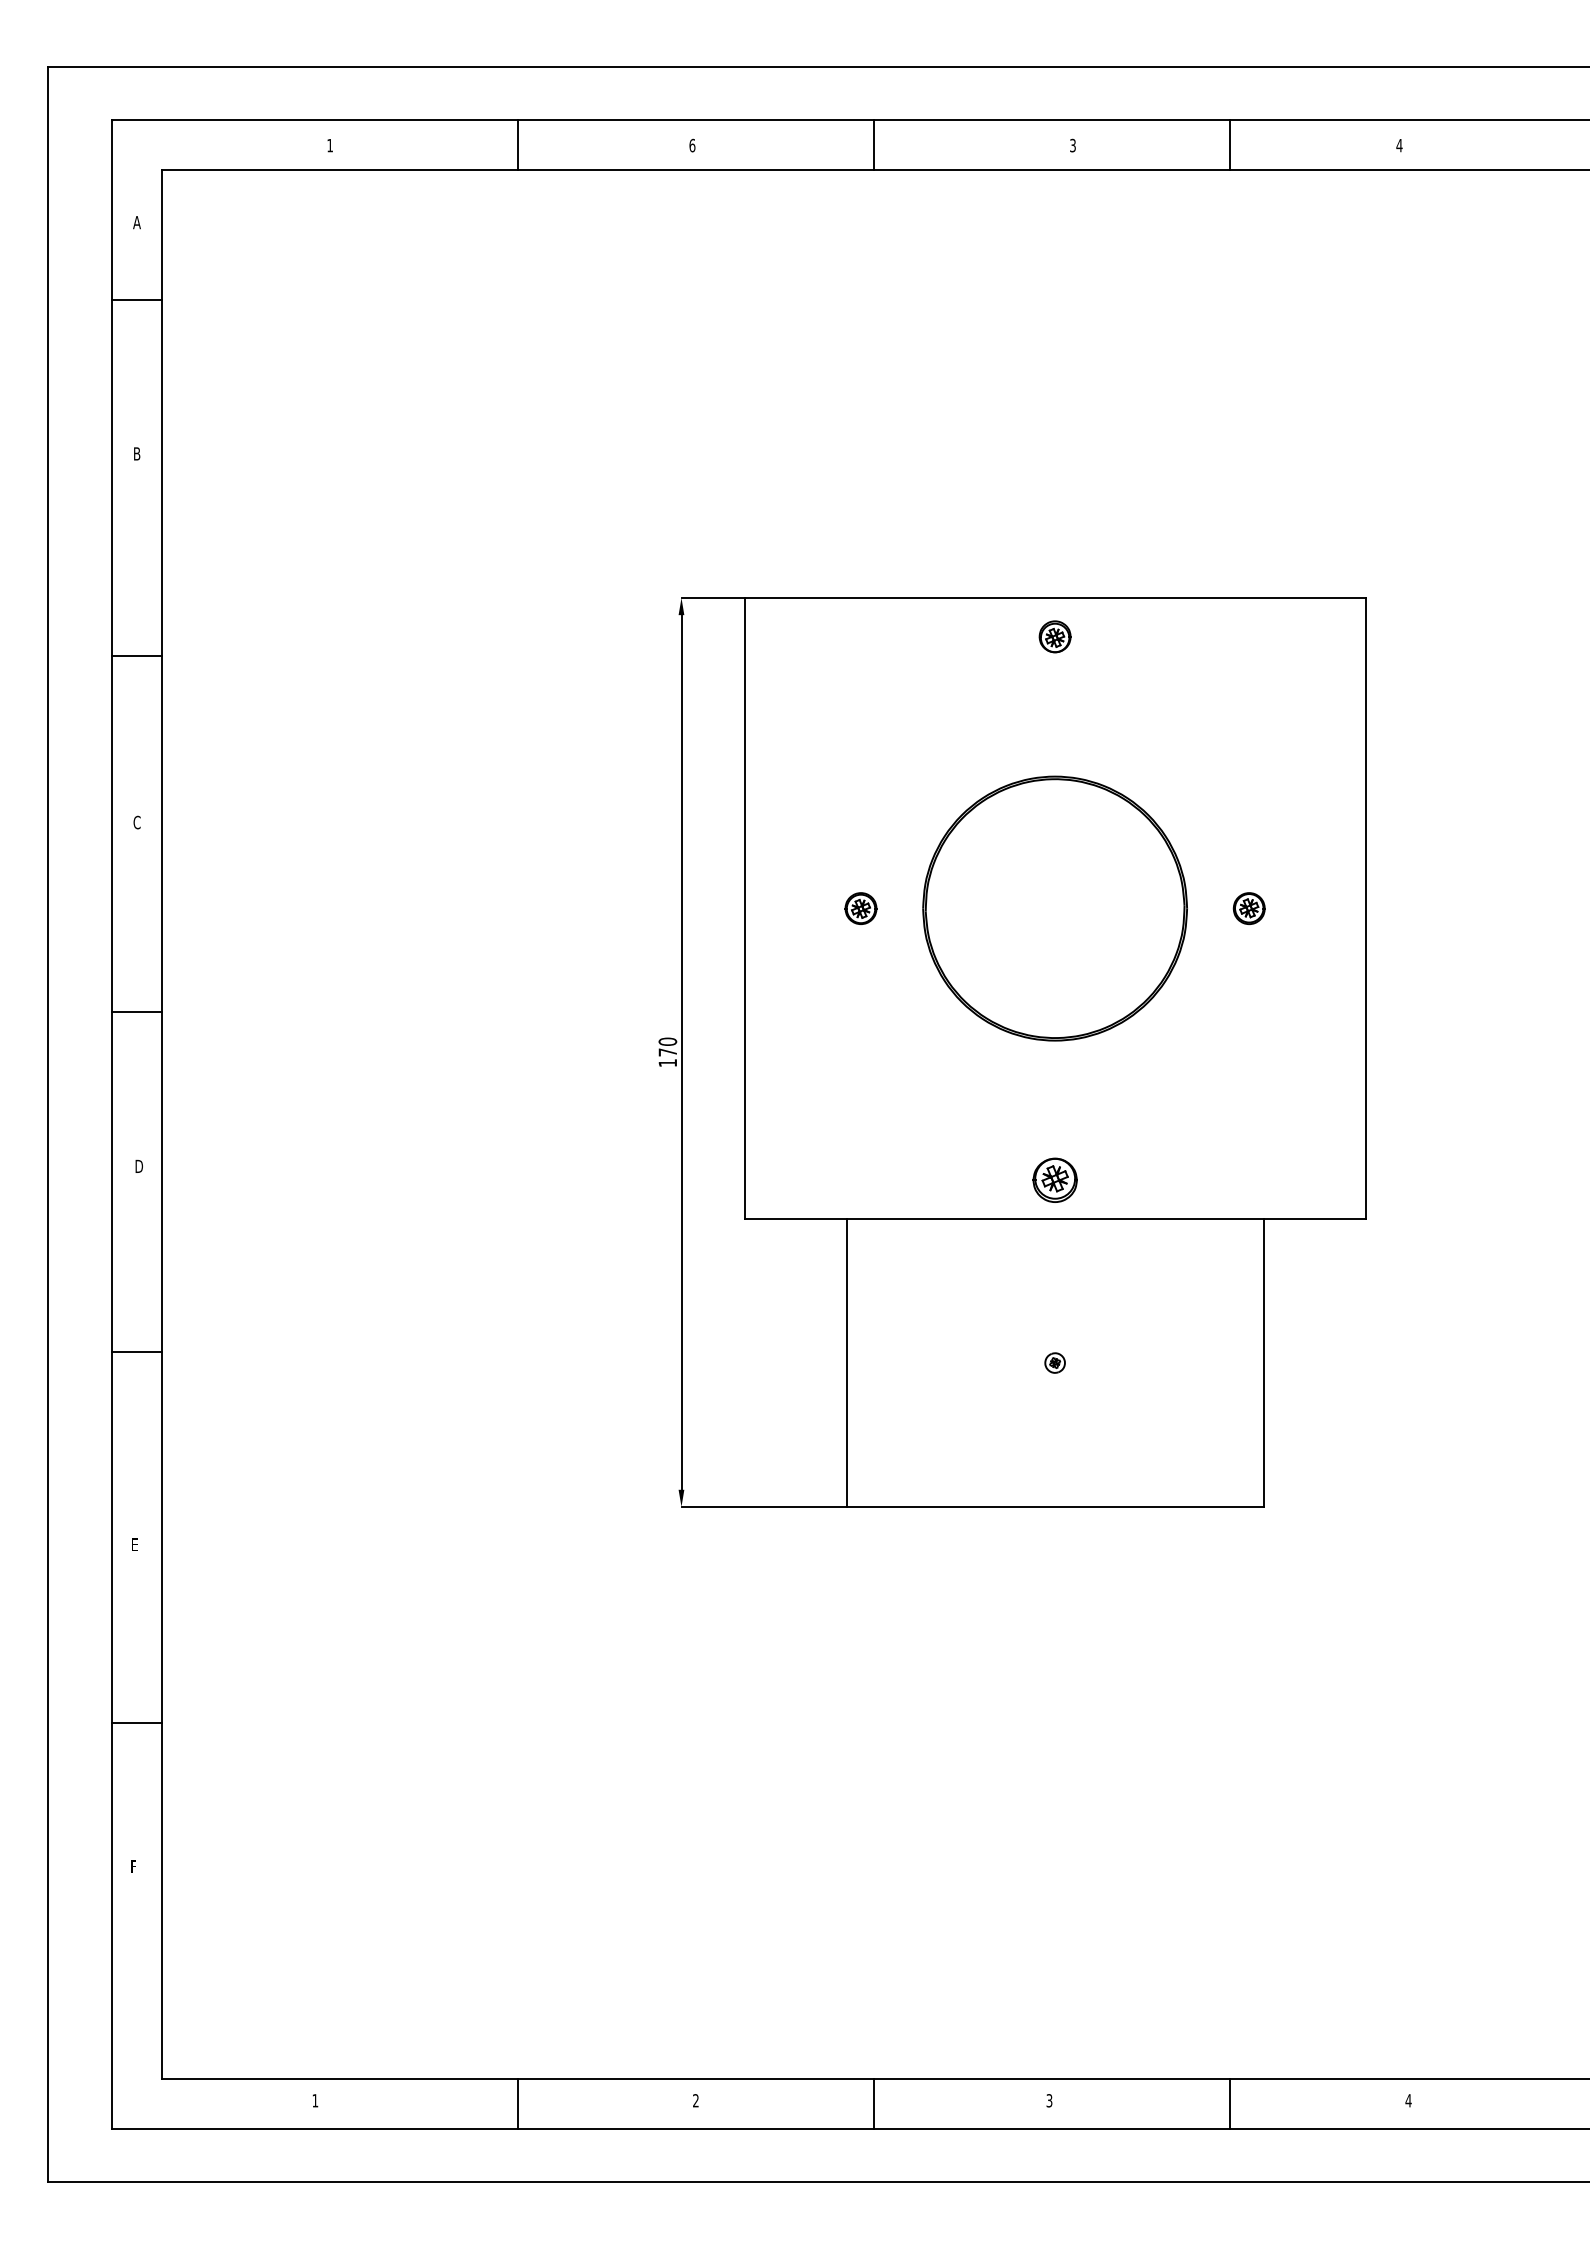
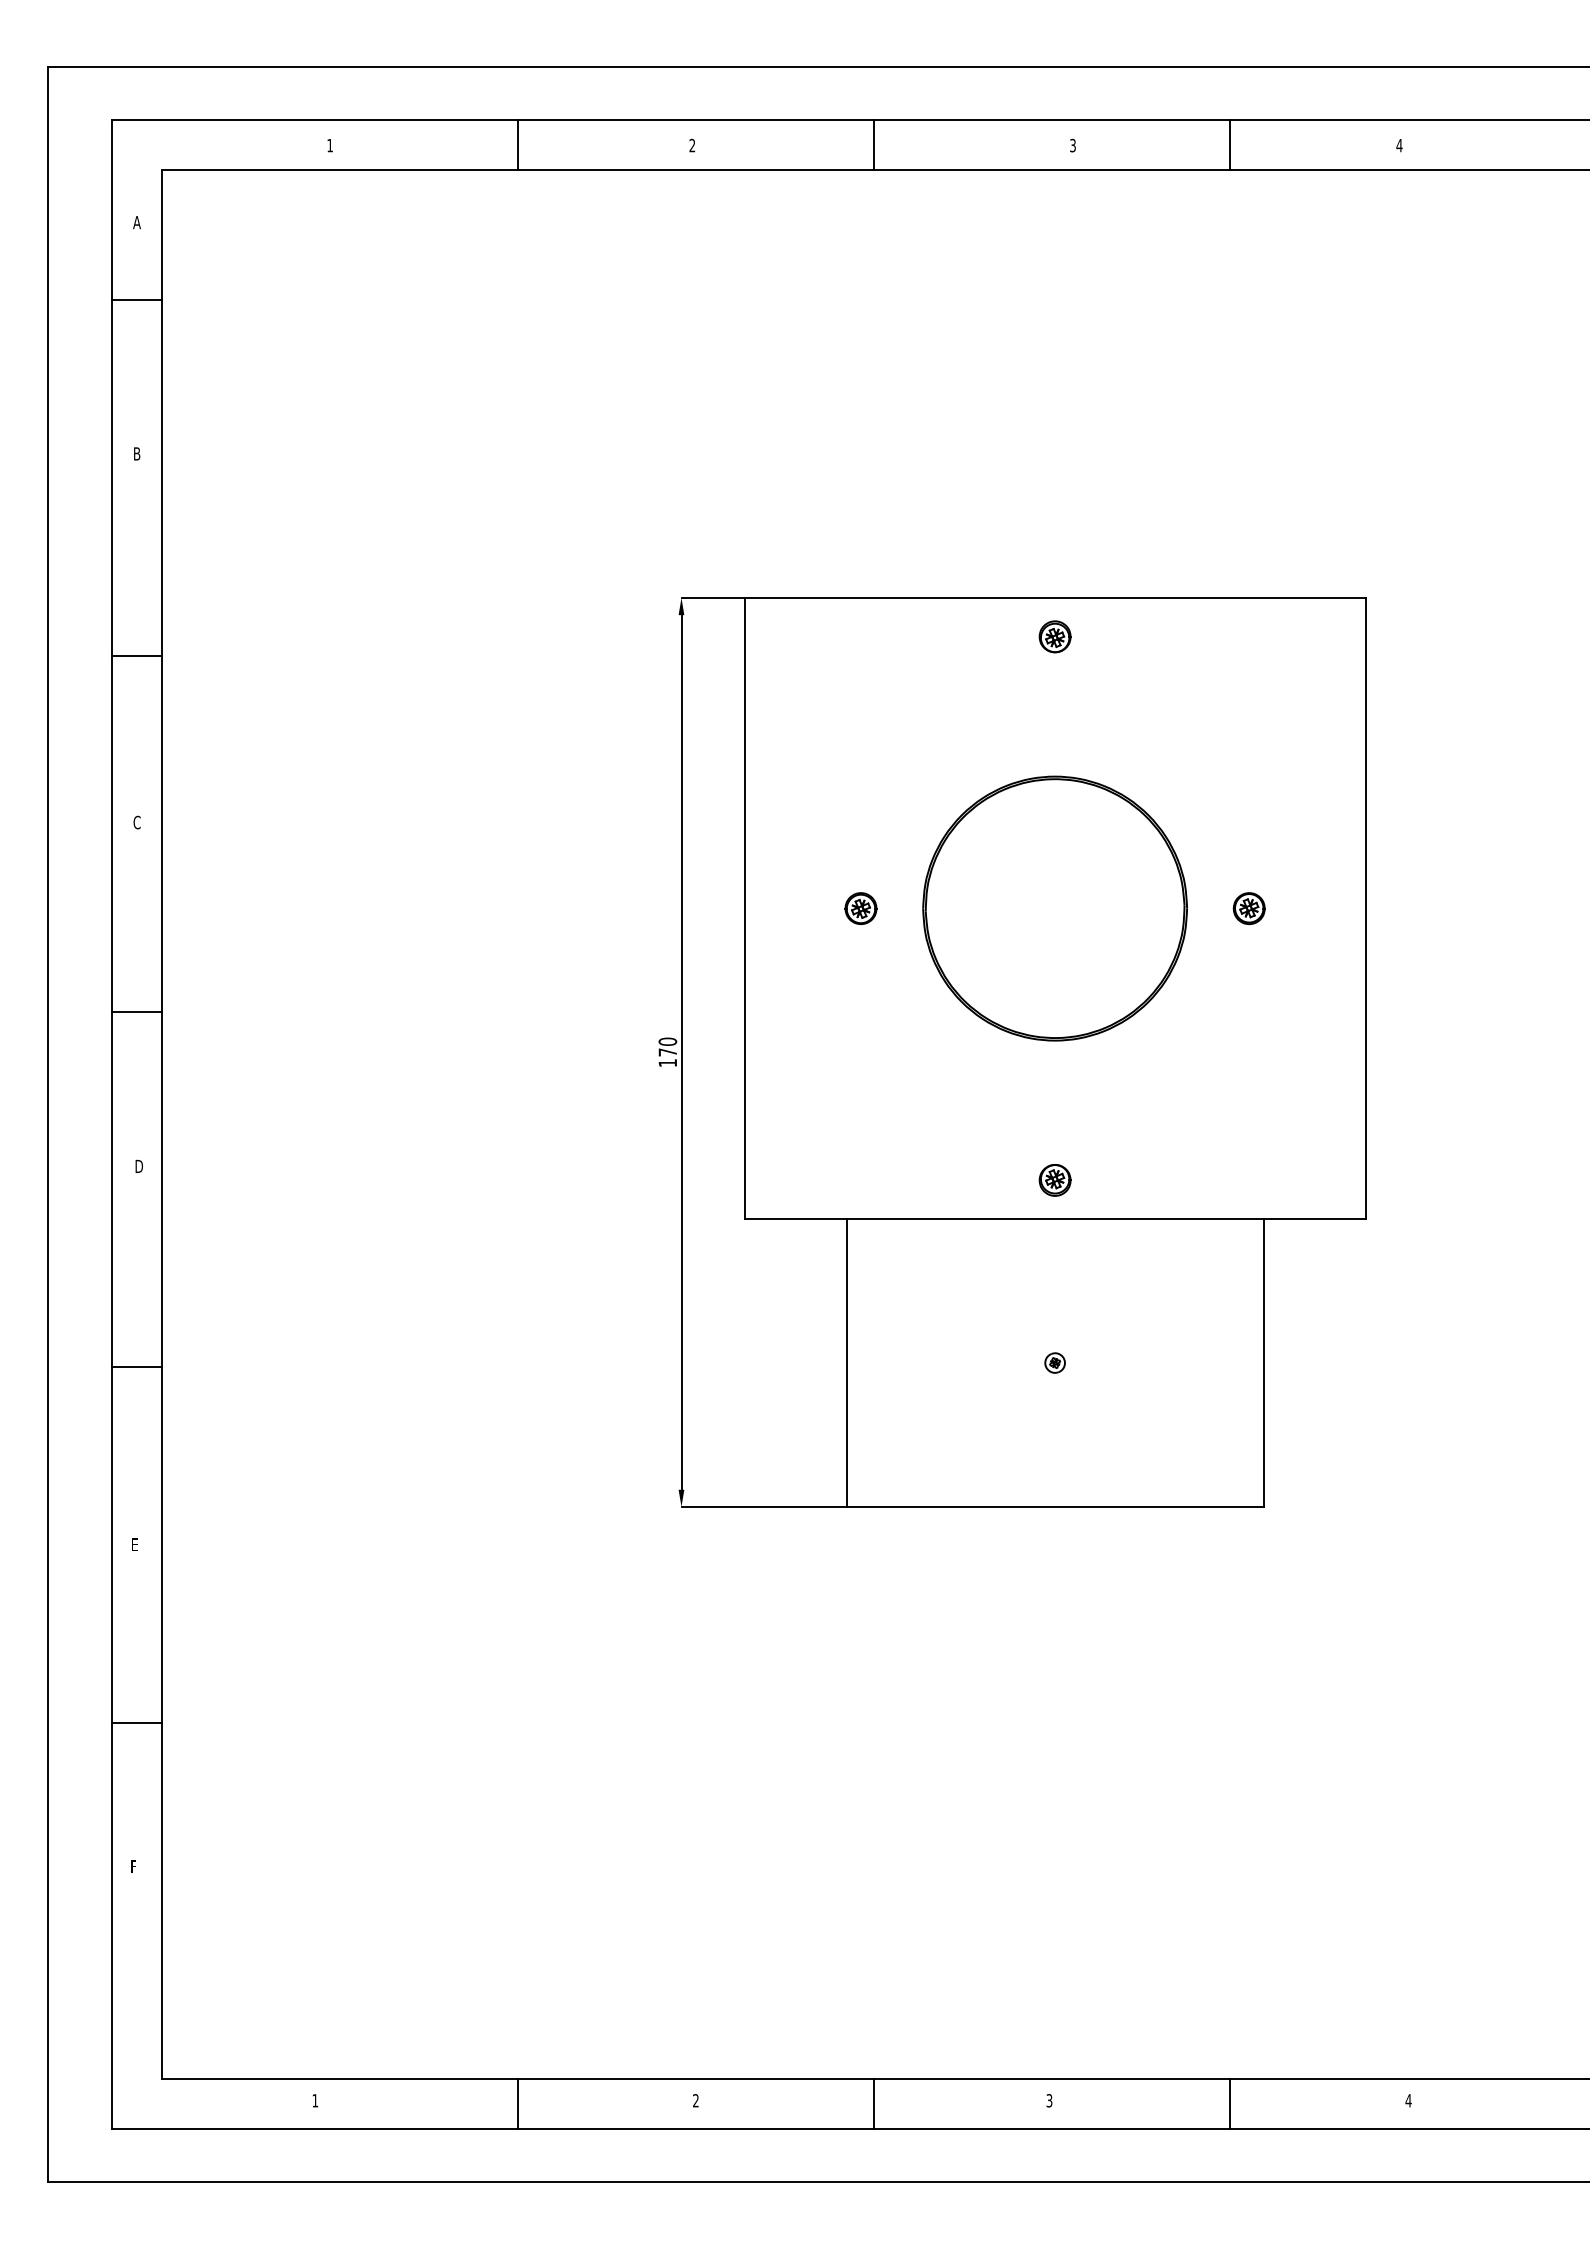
text at (692, 145): 6 -> 2
part at (1054, 1179) size: 46x46 px -> 34x33 px
line at (137, 1352) position: (137, 1352) -> (137, 1367)
